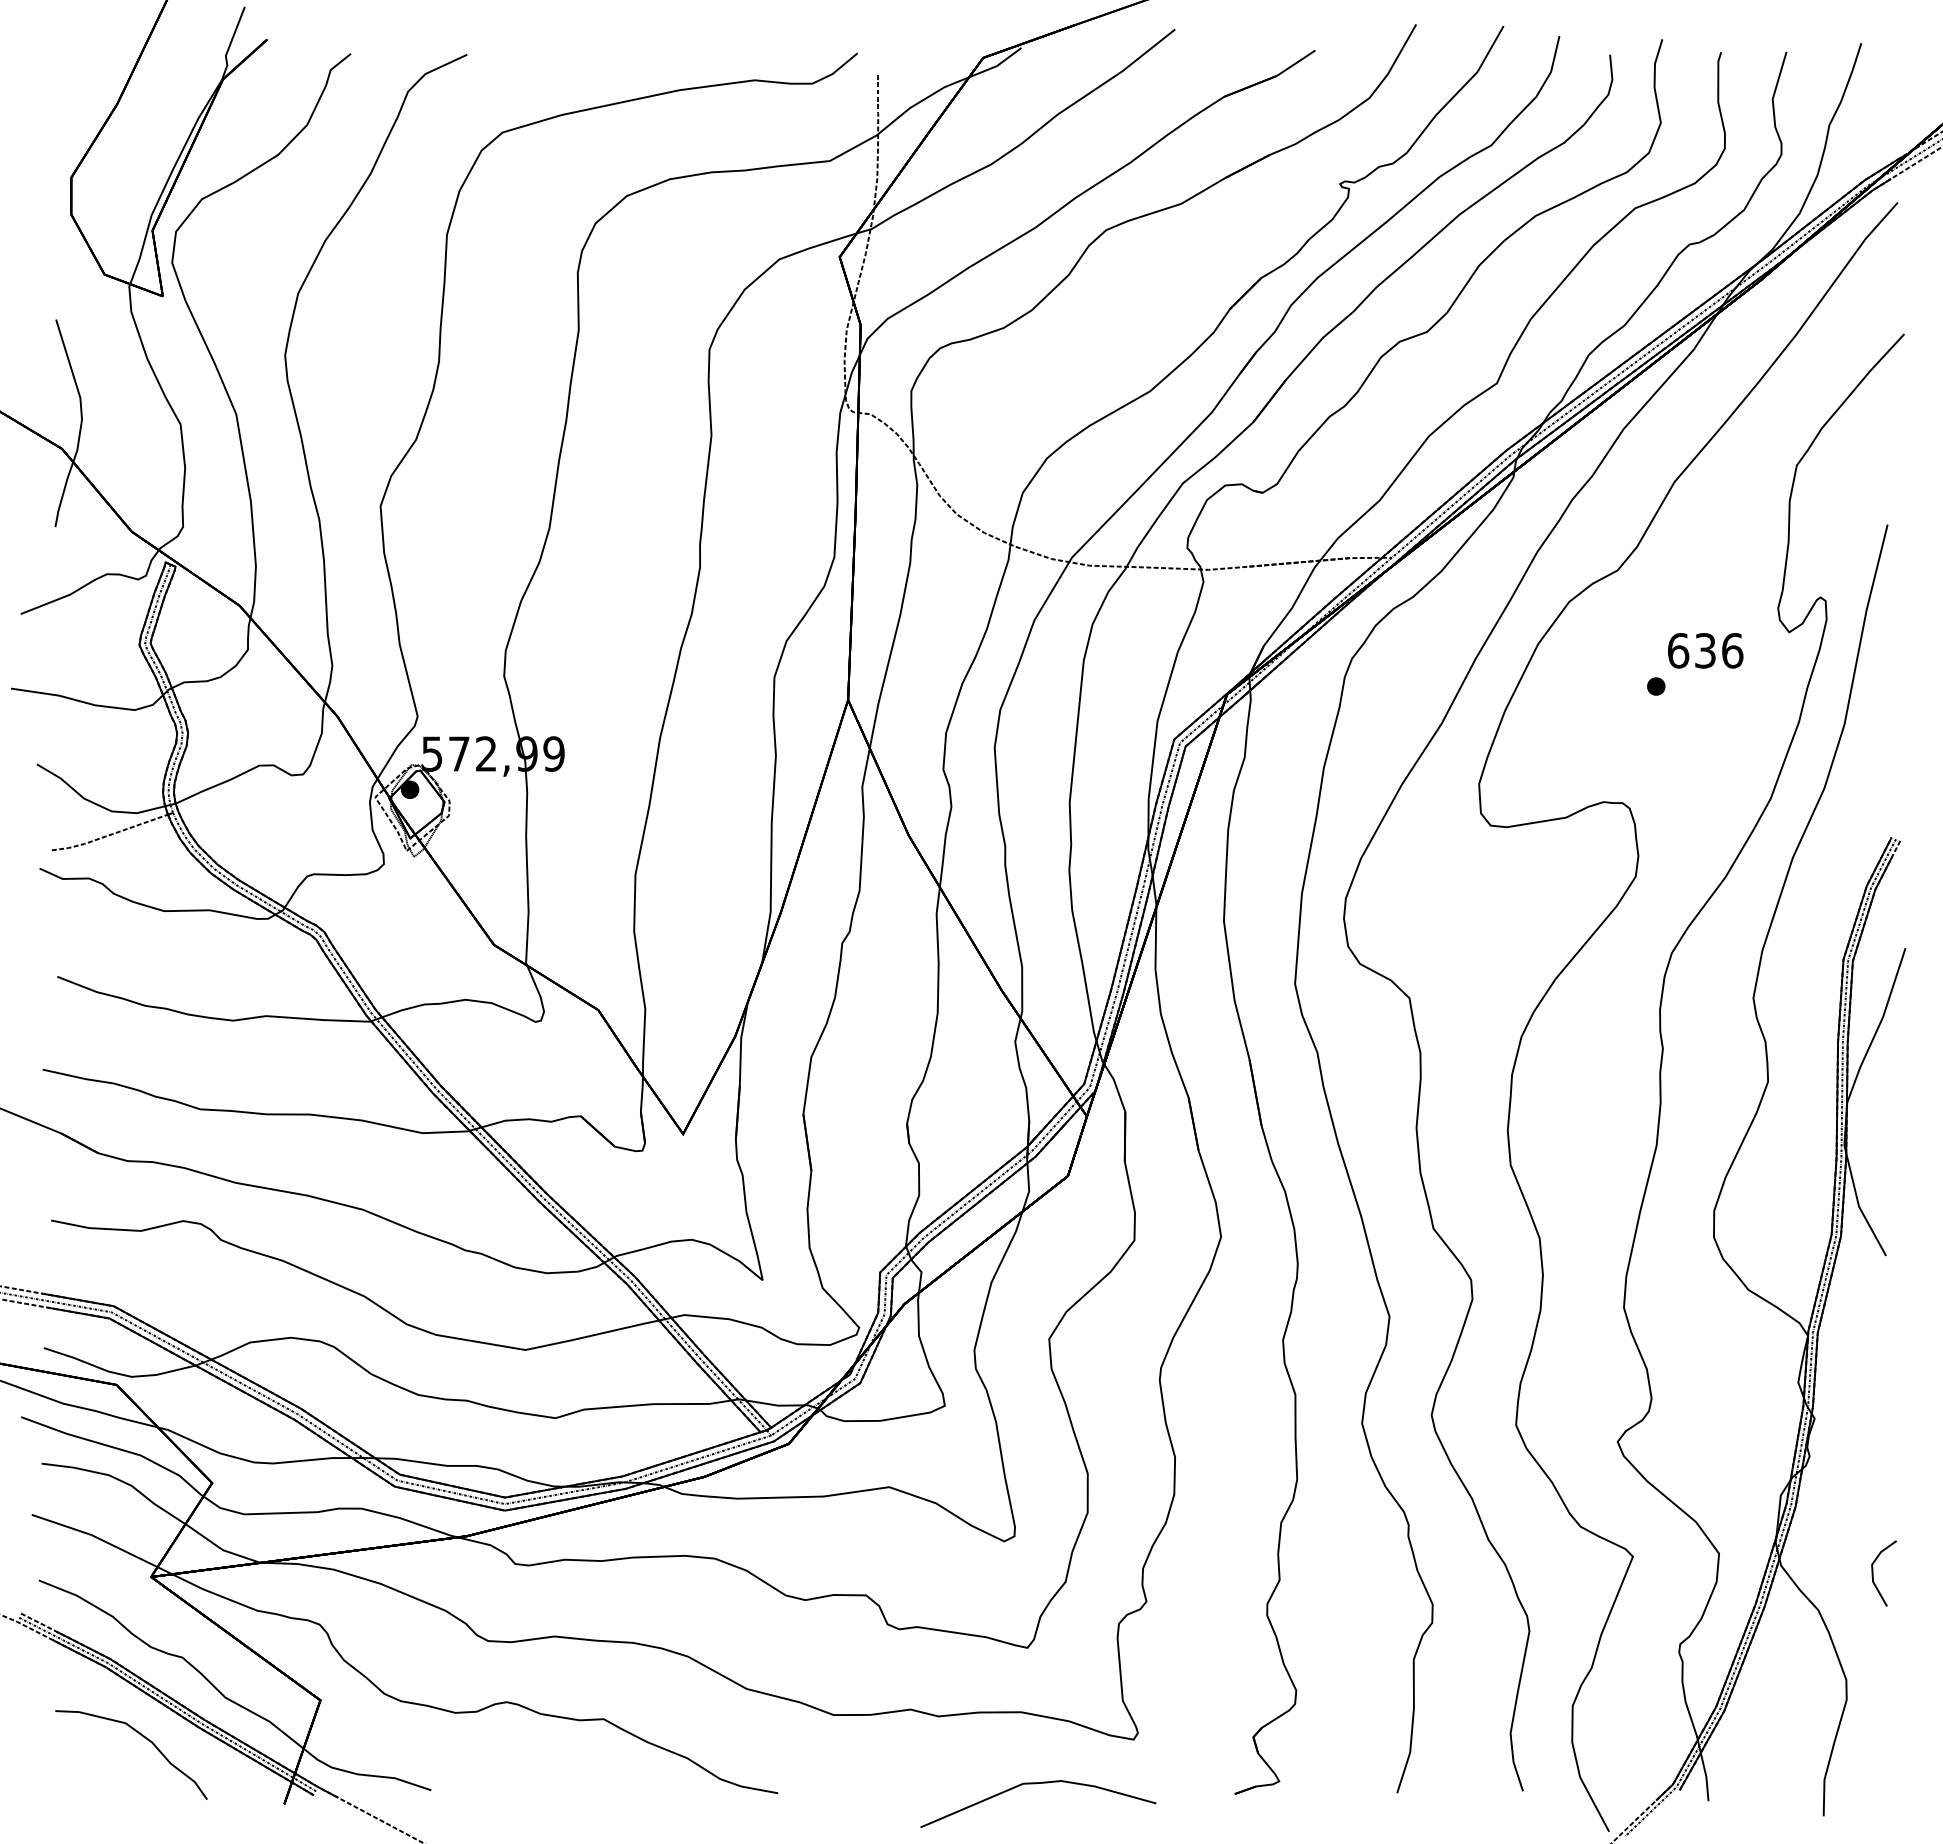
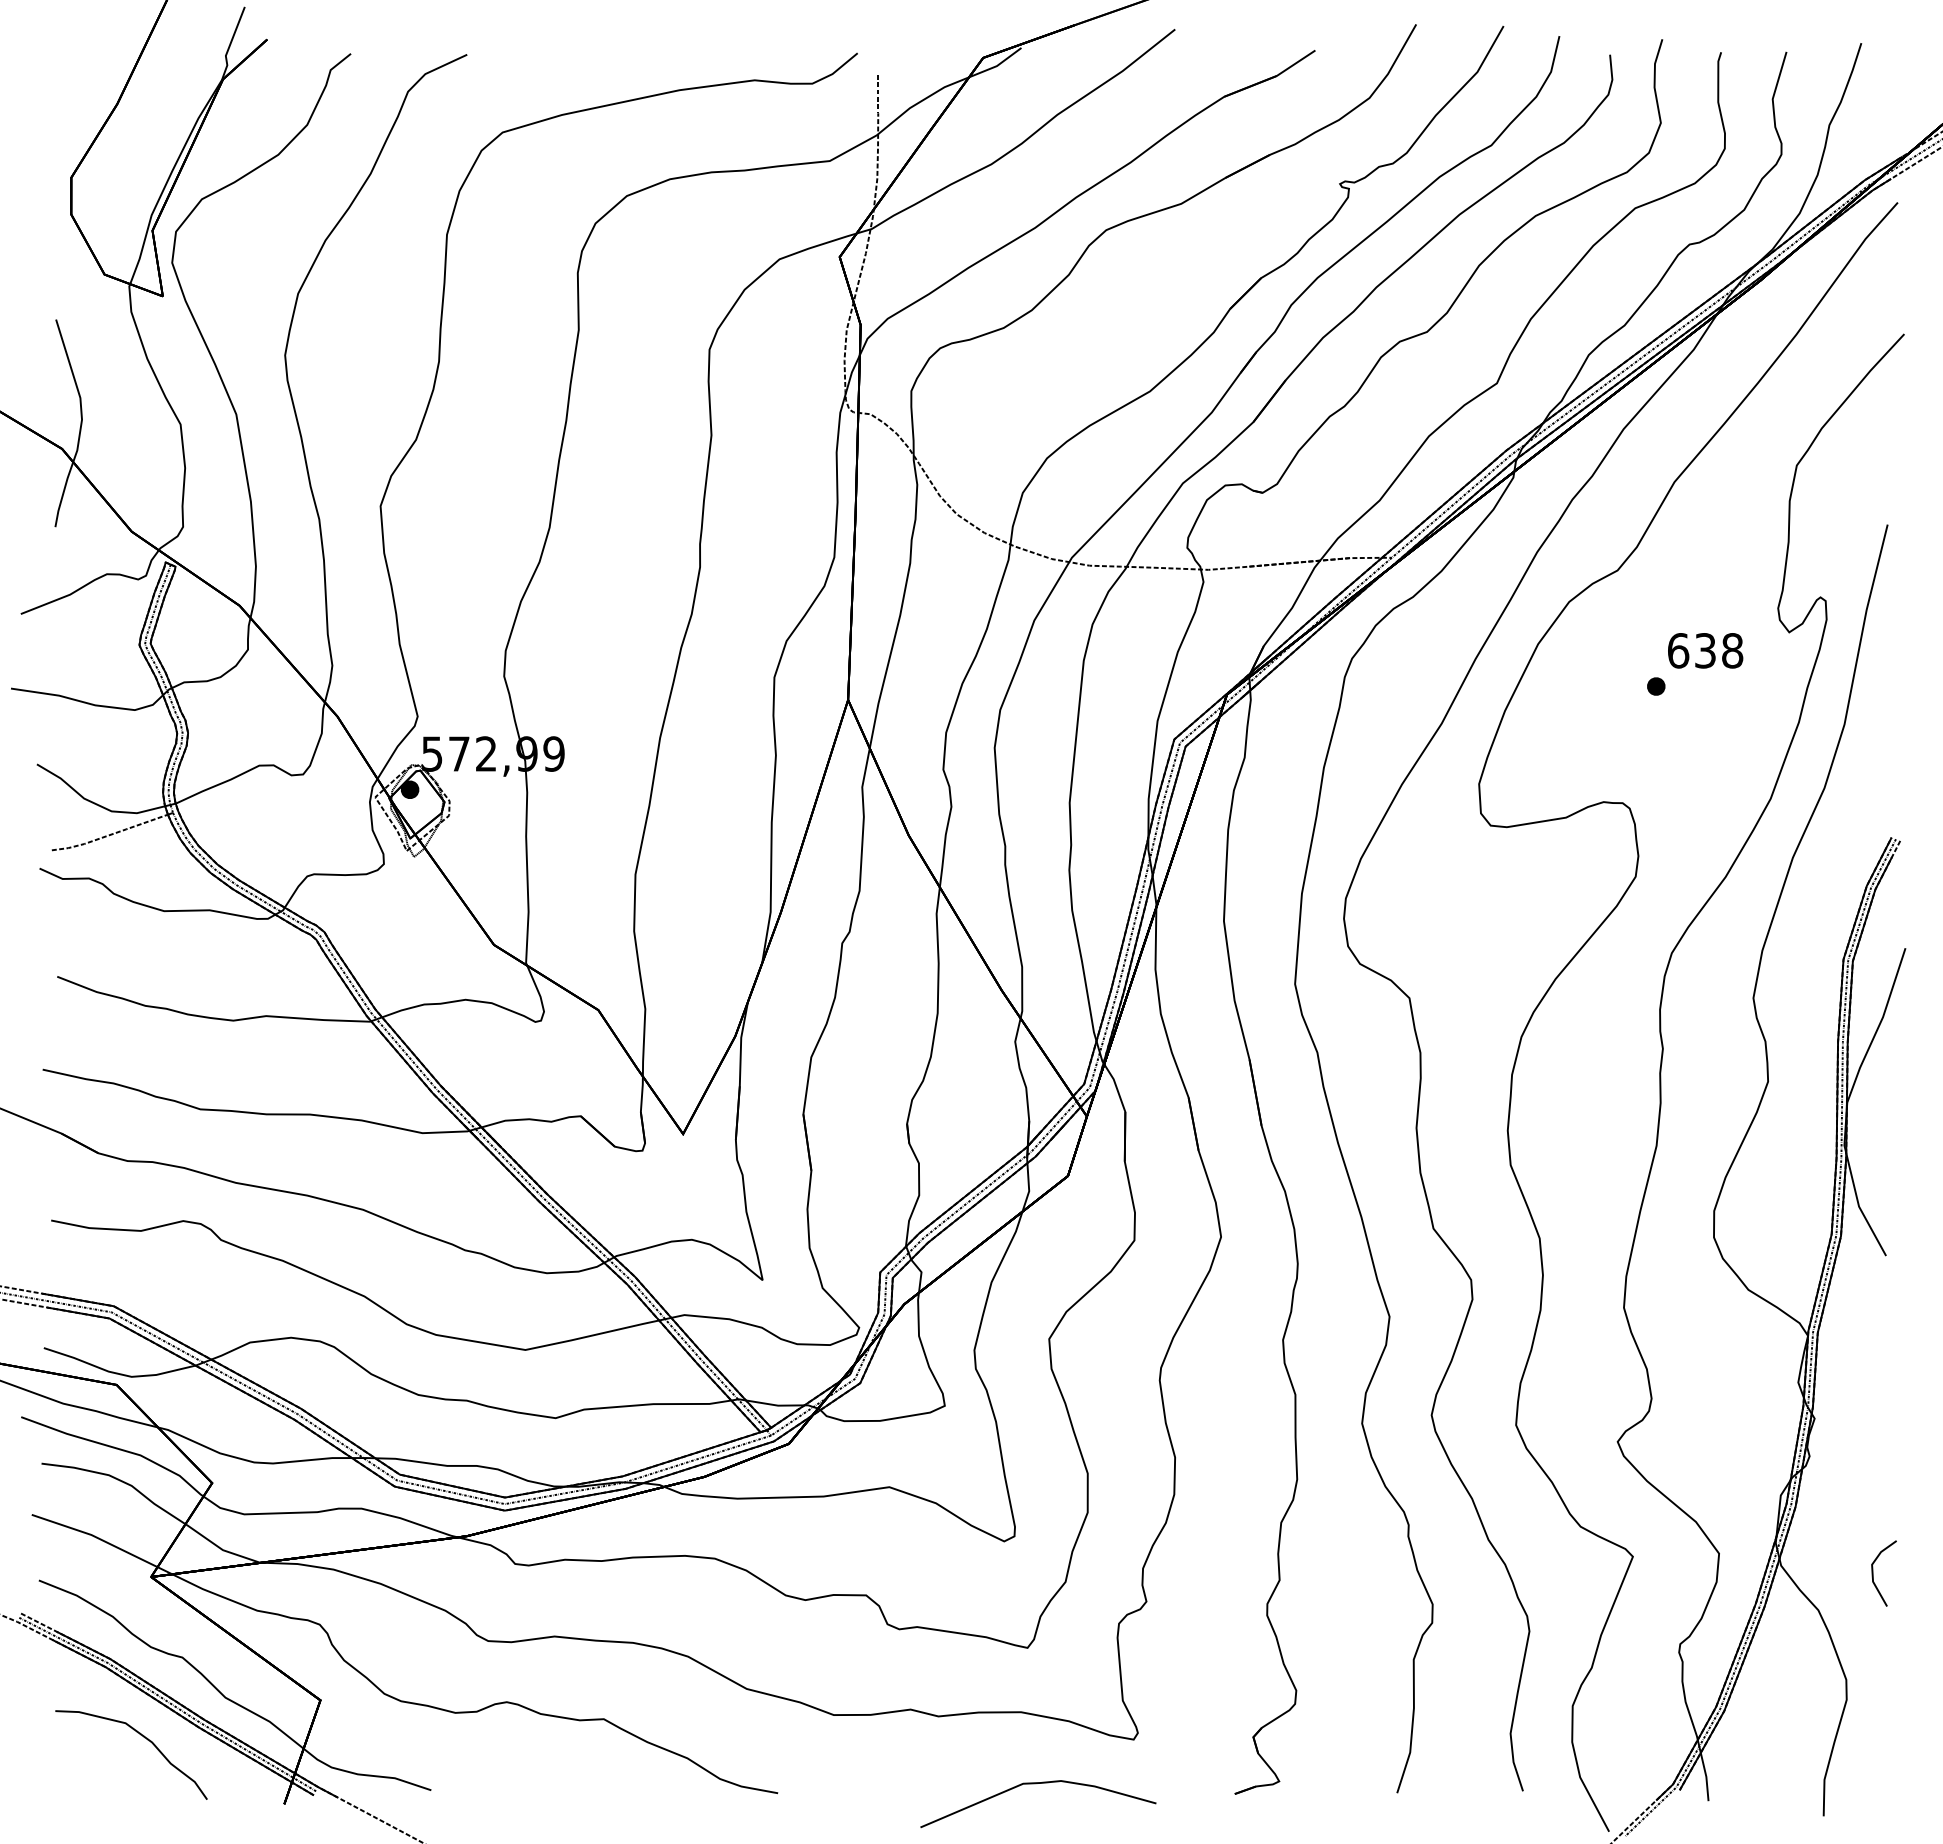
text at (1732, 650): 636 -> 638
